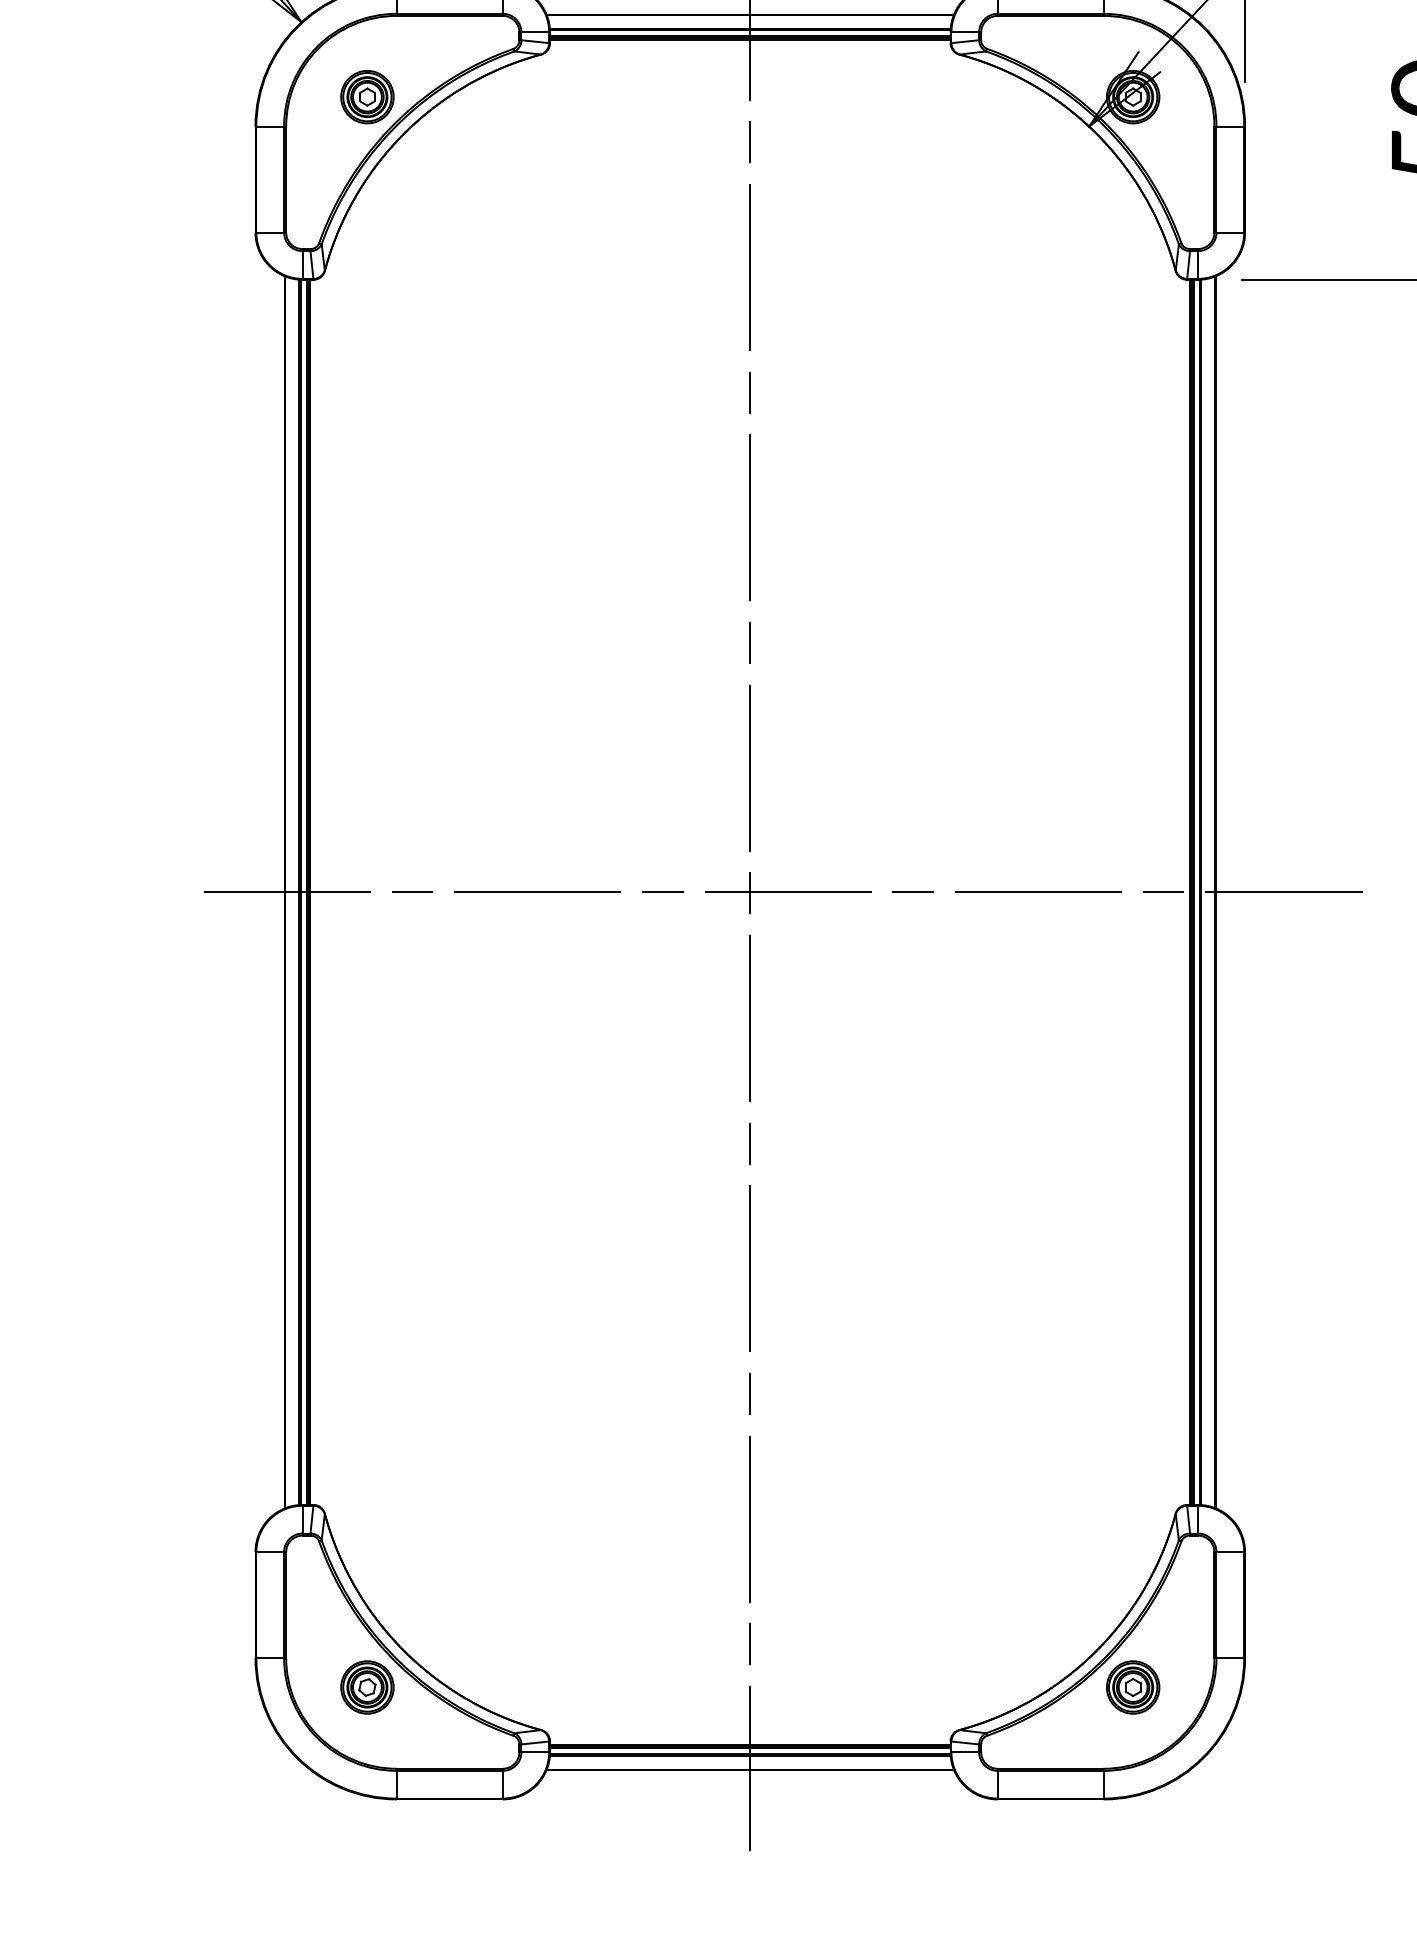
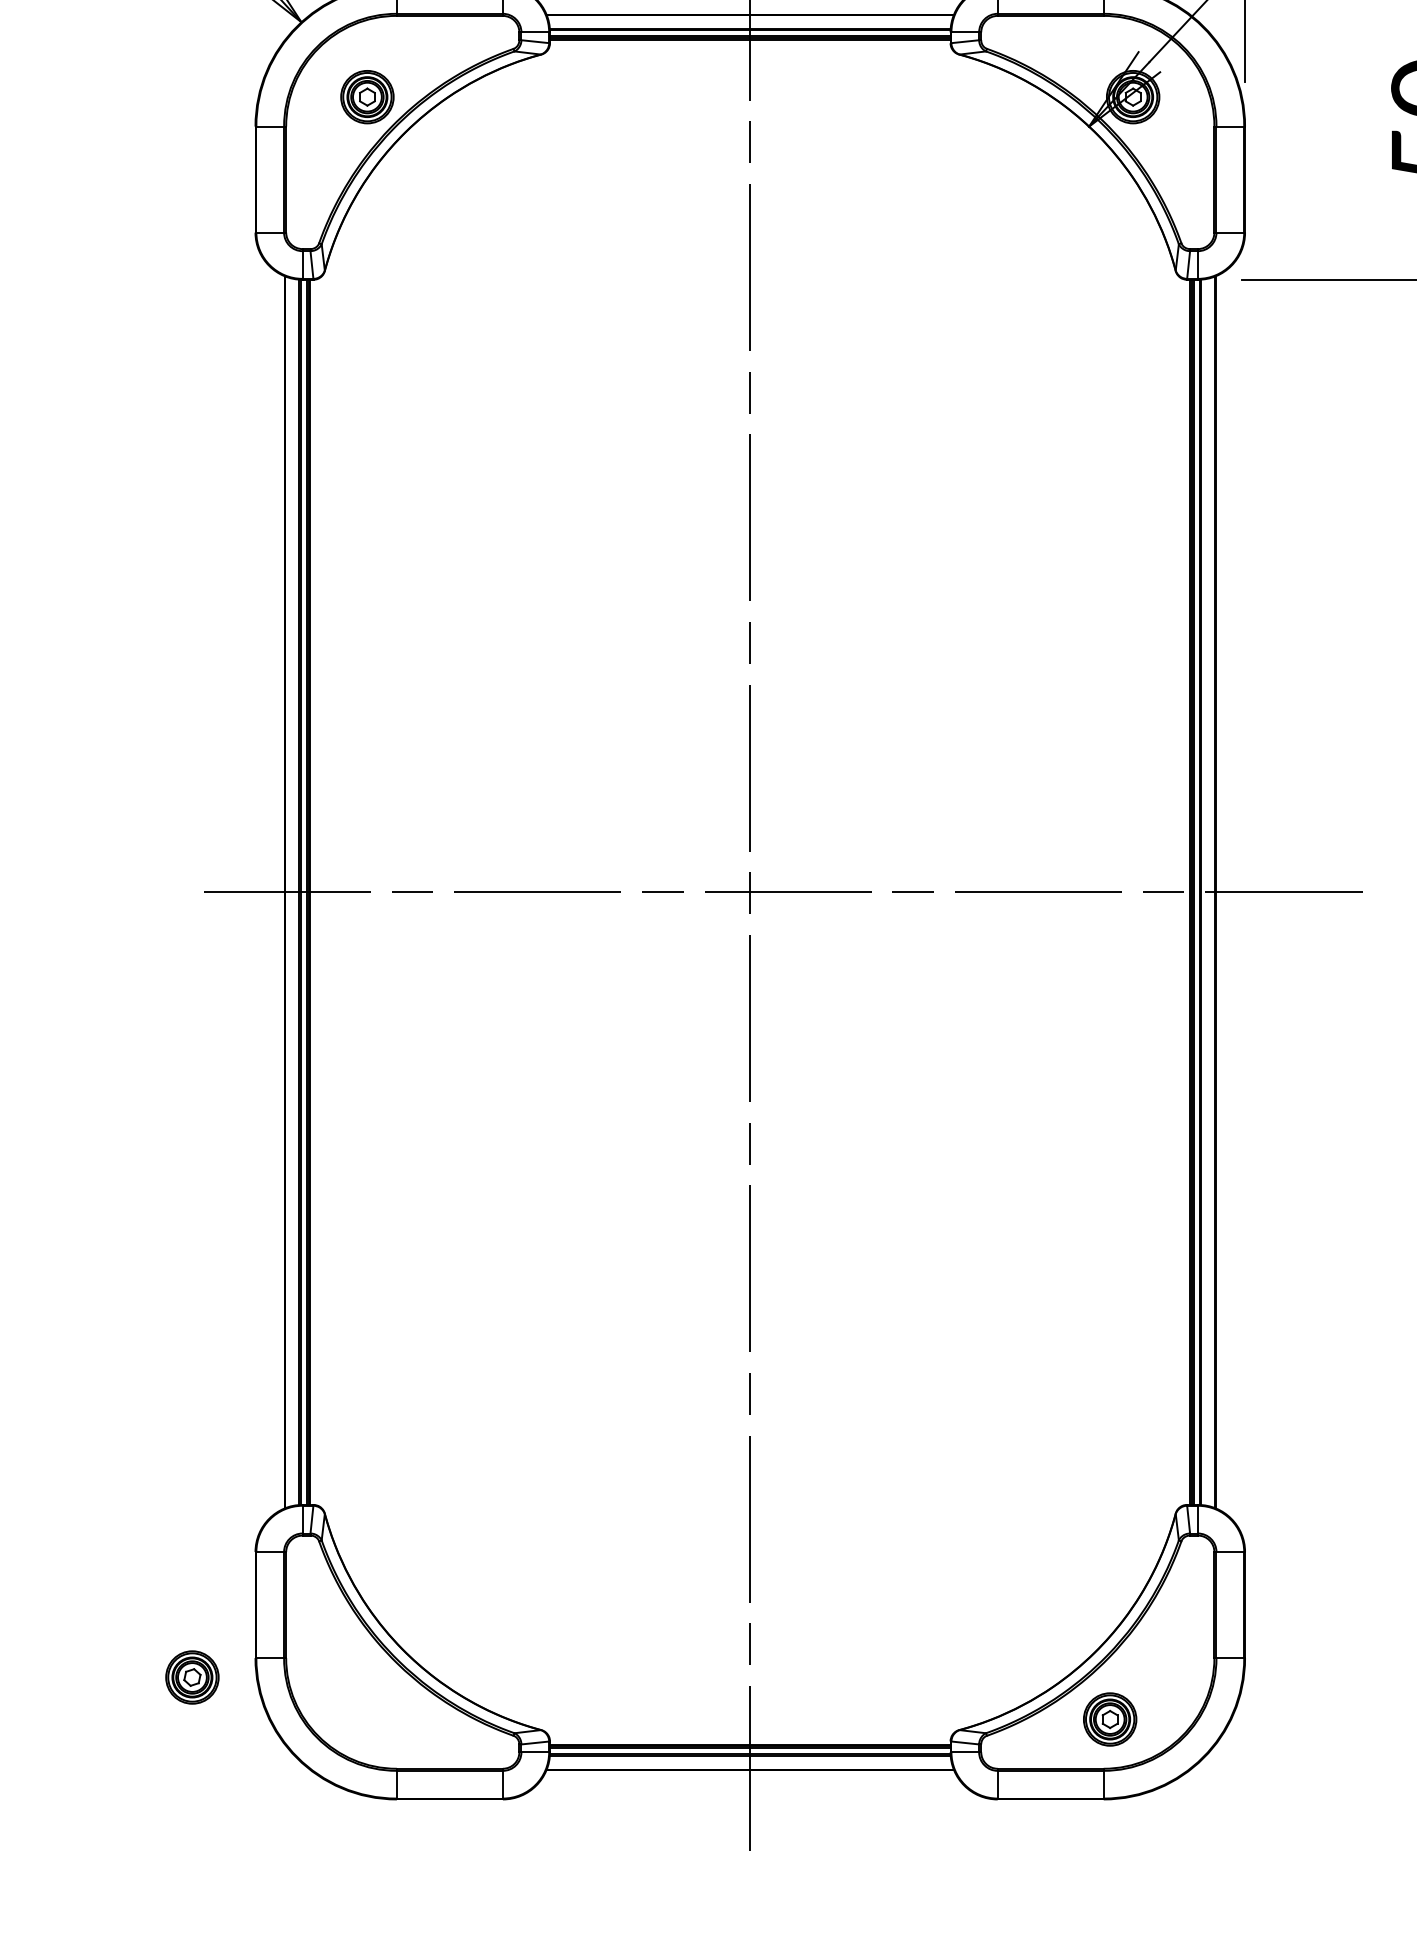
part at (367, 1687) position: (367, 1687) -> (192, 1677)
part at (1133, 1687) position: (1133, 1687) -> (1110, 1719)
